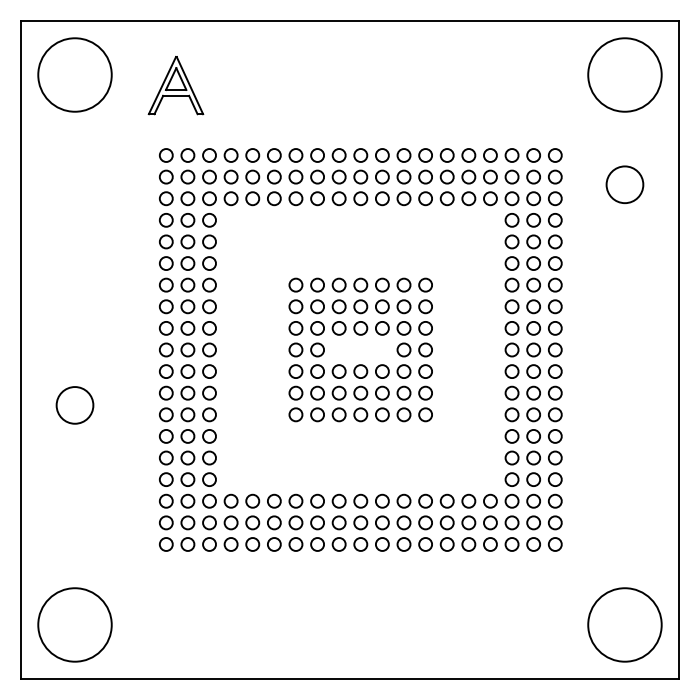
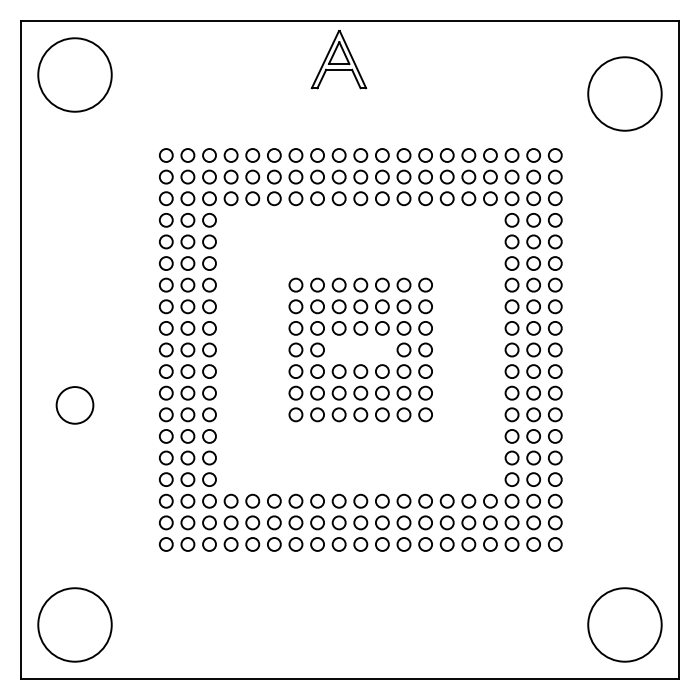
circle at (624, 74) position: (624, 74) -> (624, 93)
part at (175, 85) position: (175, 85) -> (338, 59)
circle at (624, 184): present -> none
